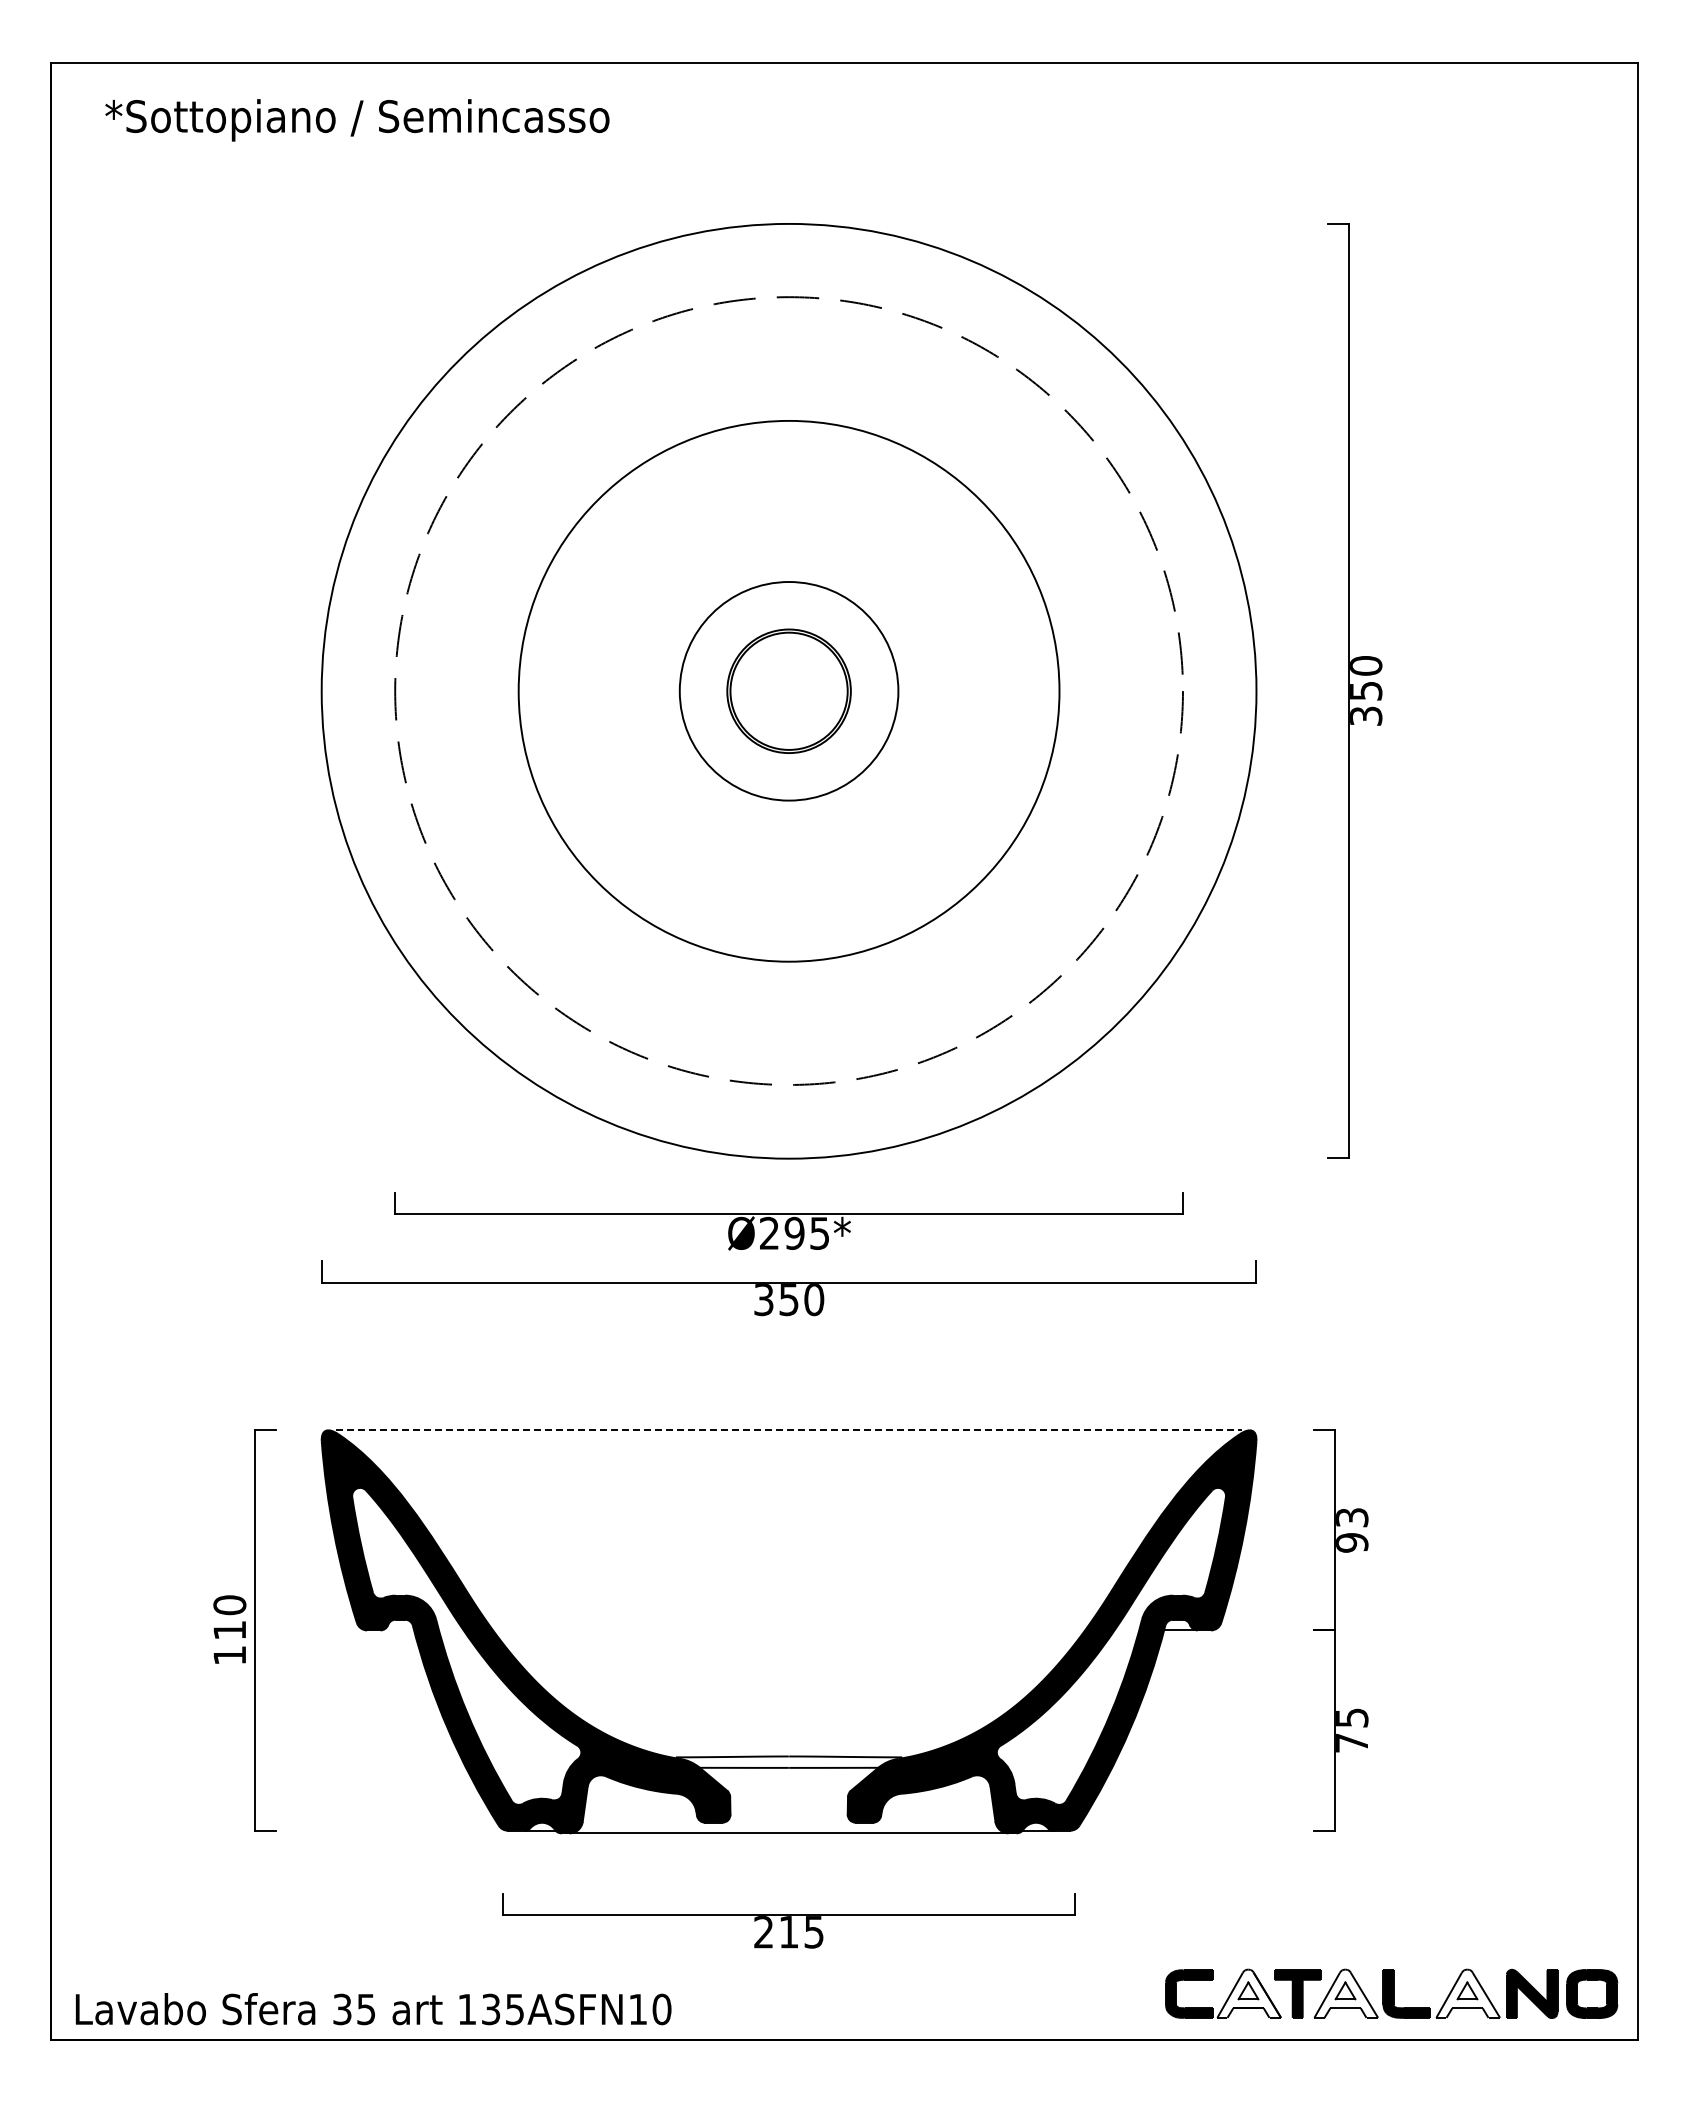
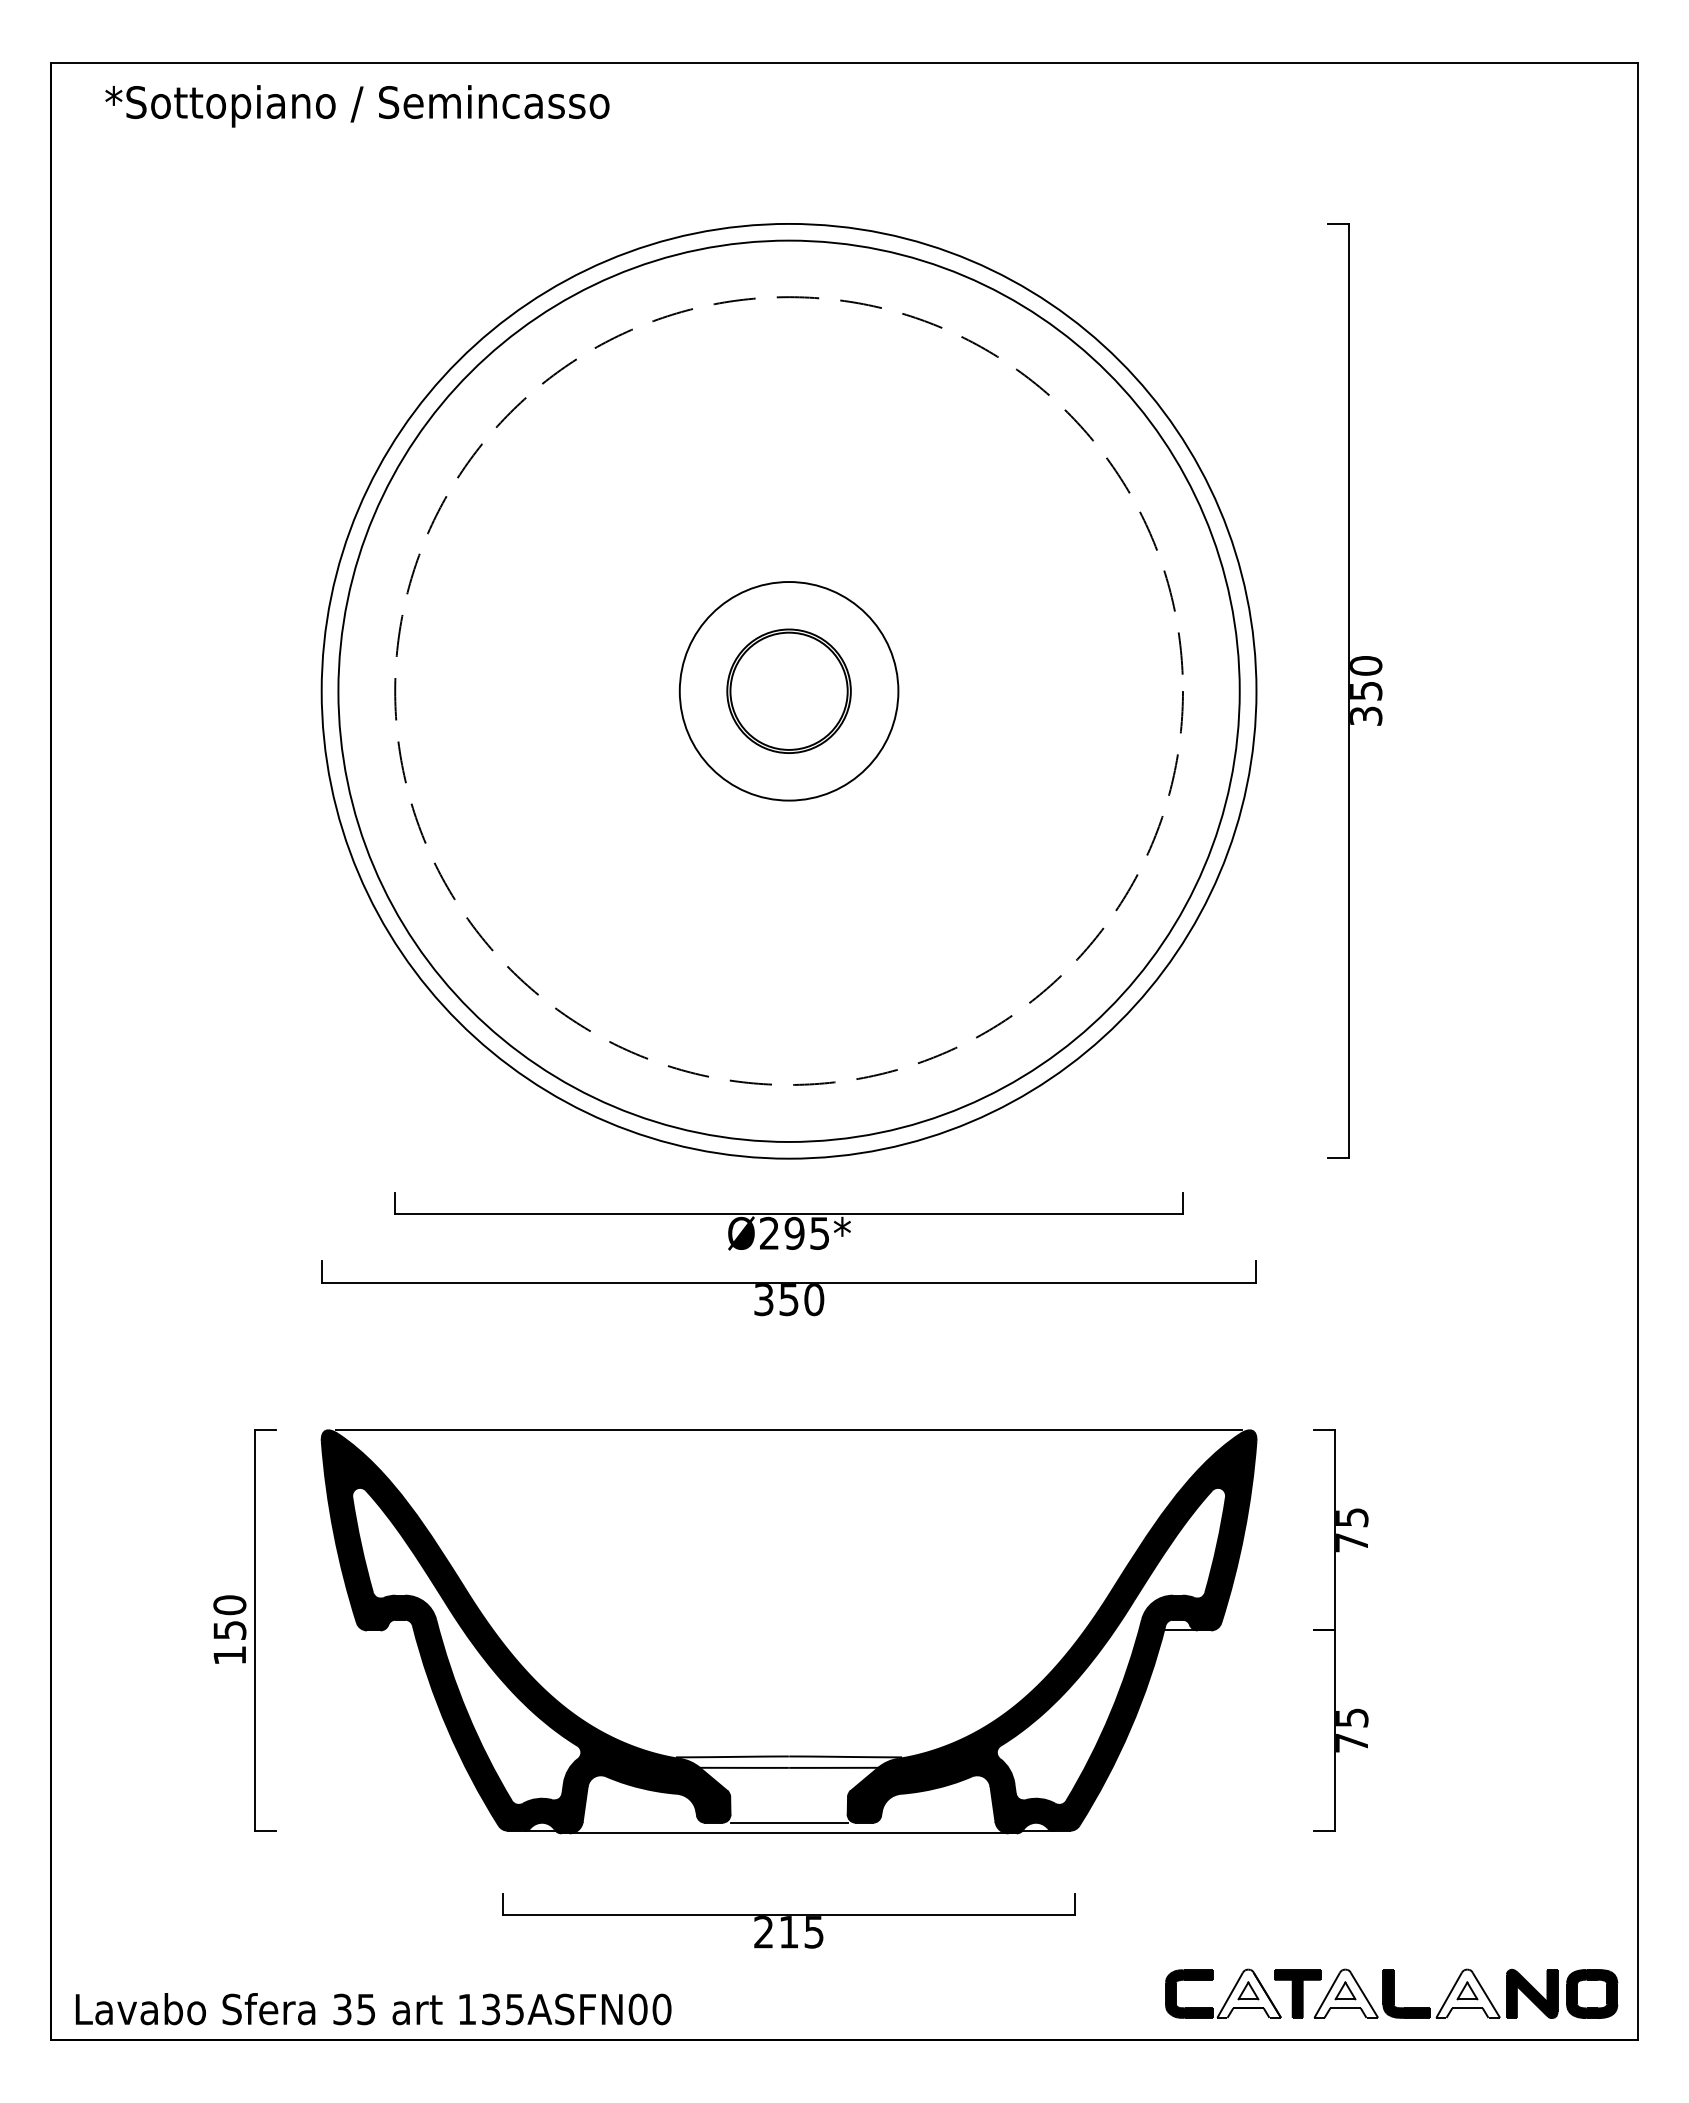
text at (357, 120) position: (357, 120) -> (357, 106)
circle at (788, 690) diameter: 541 px -> 901 px
line at (789, 1430): dashed -> solid
text at (1352, 1530): 93 -> 75
text at (229, 1630): 110 -> 150
line at (788, 1822): none -> present
text at (637, 2009): 135ASFN10 -> 135ASFN00
